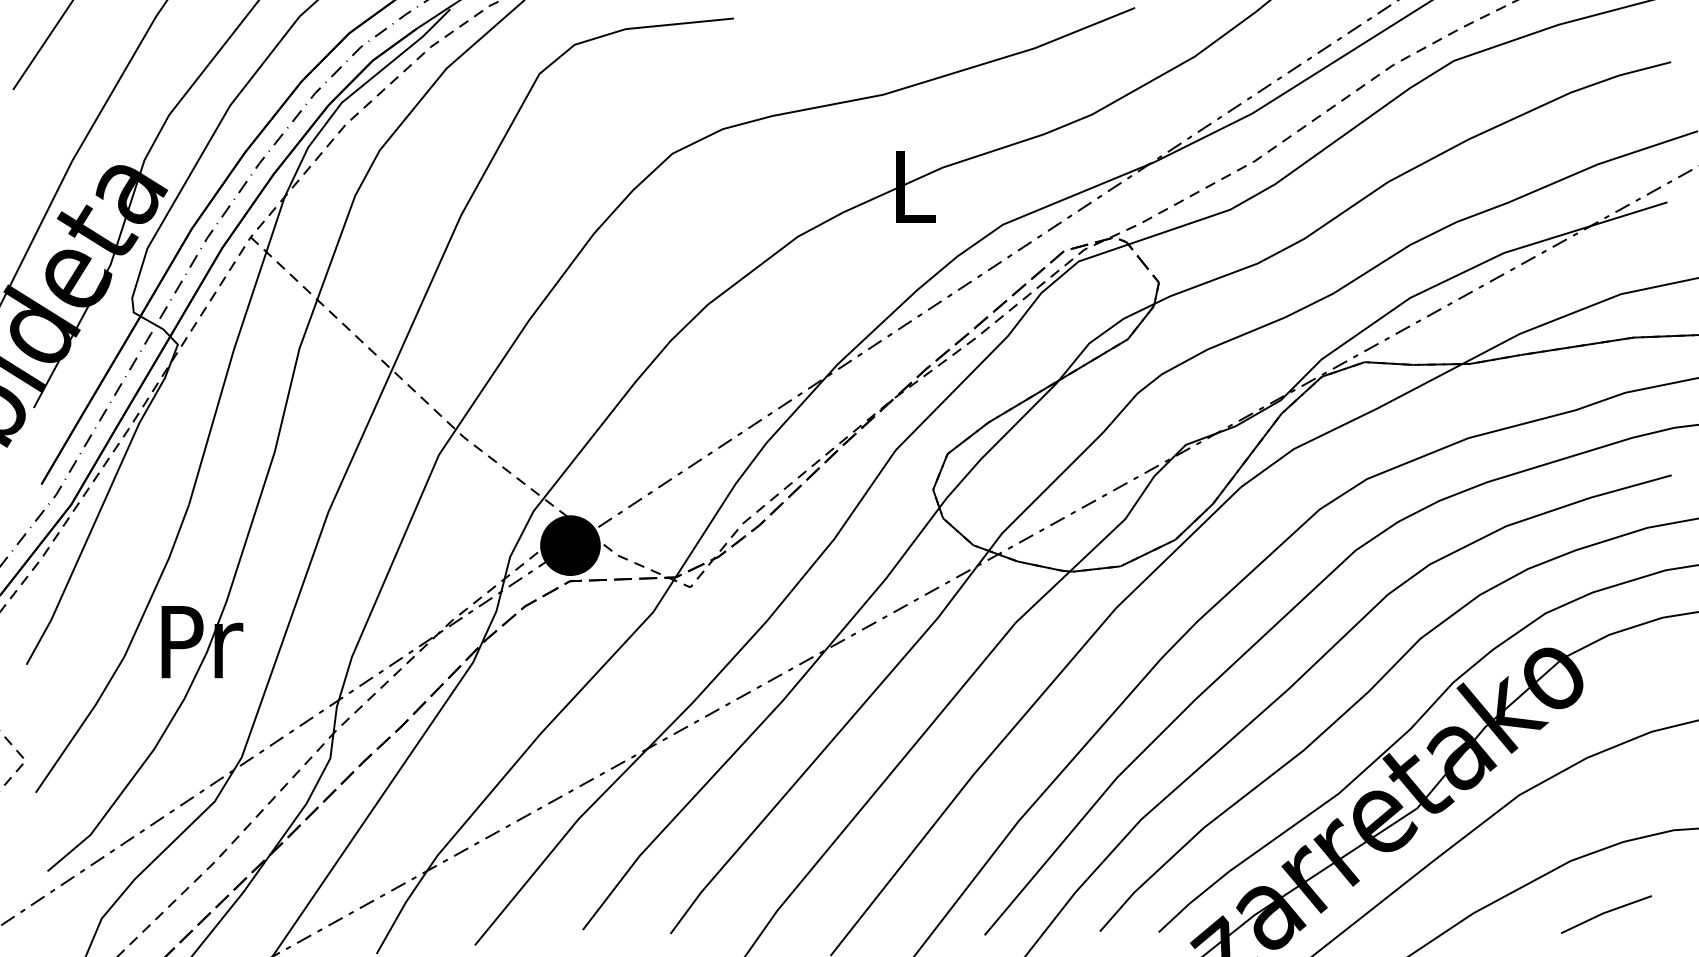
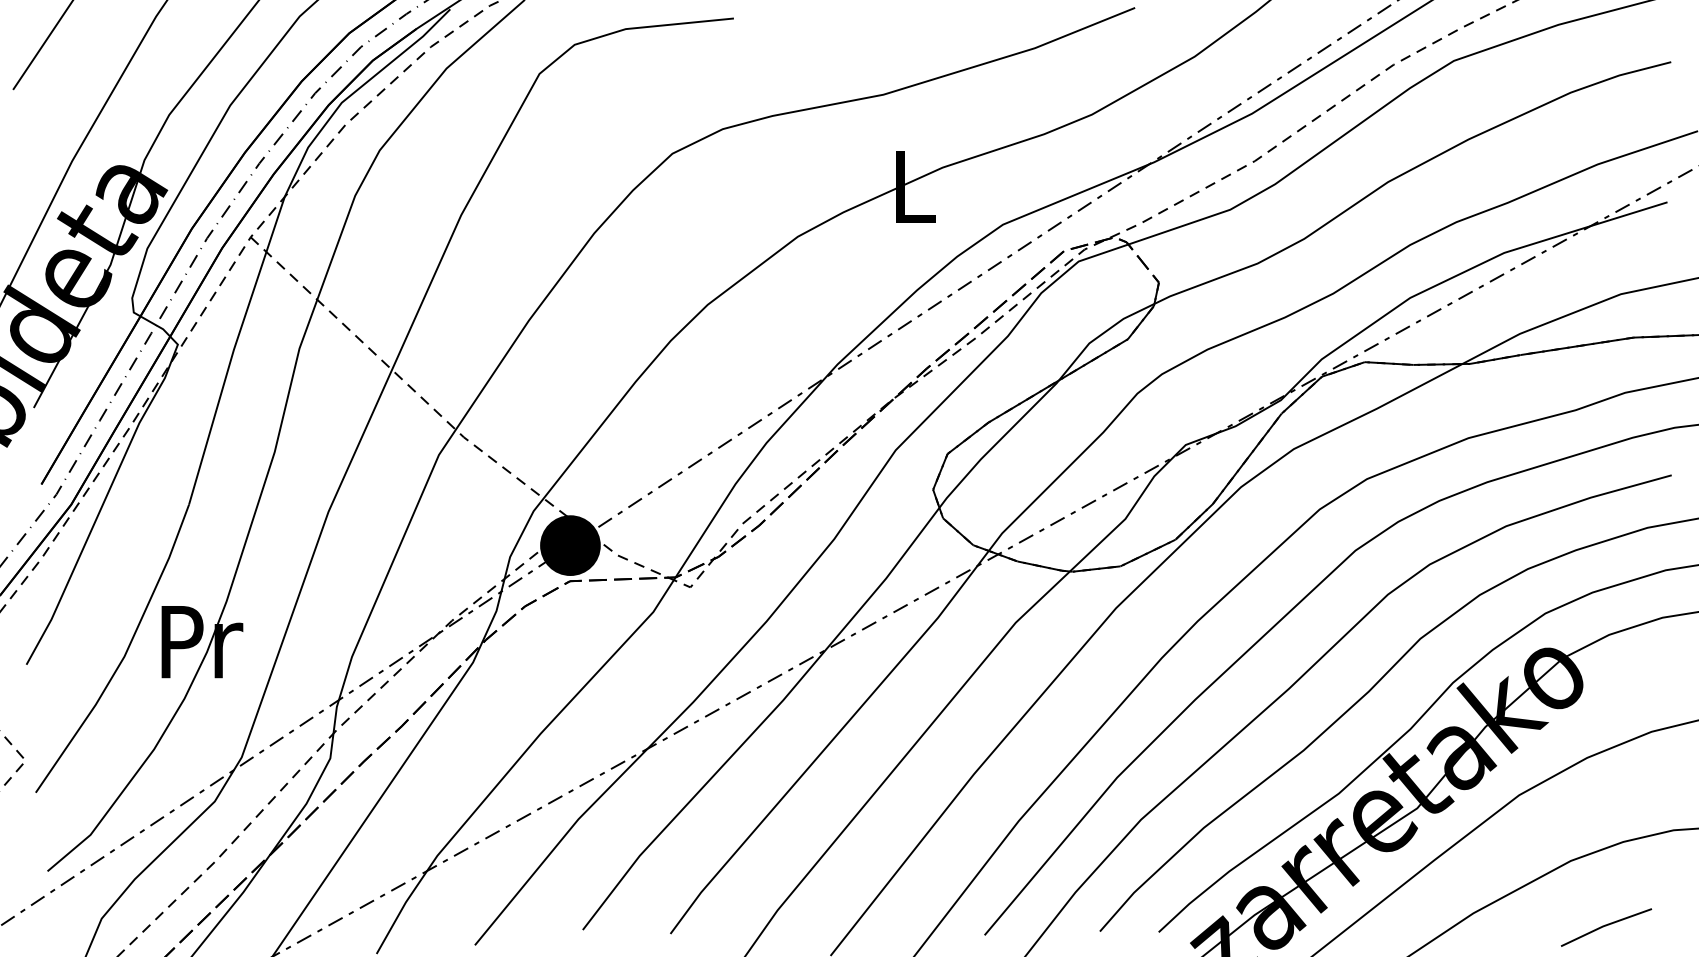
line at (1606, 913) position: (1606, 913) -> (1606, 926)
